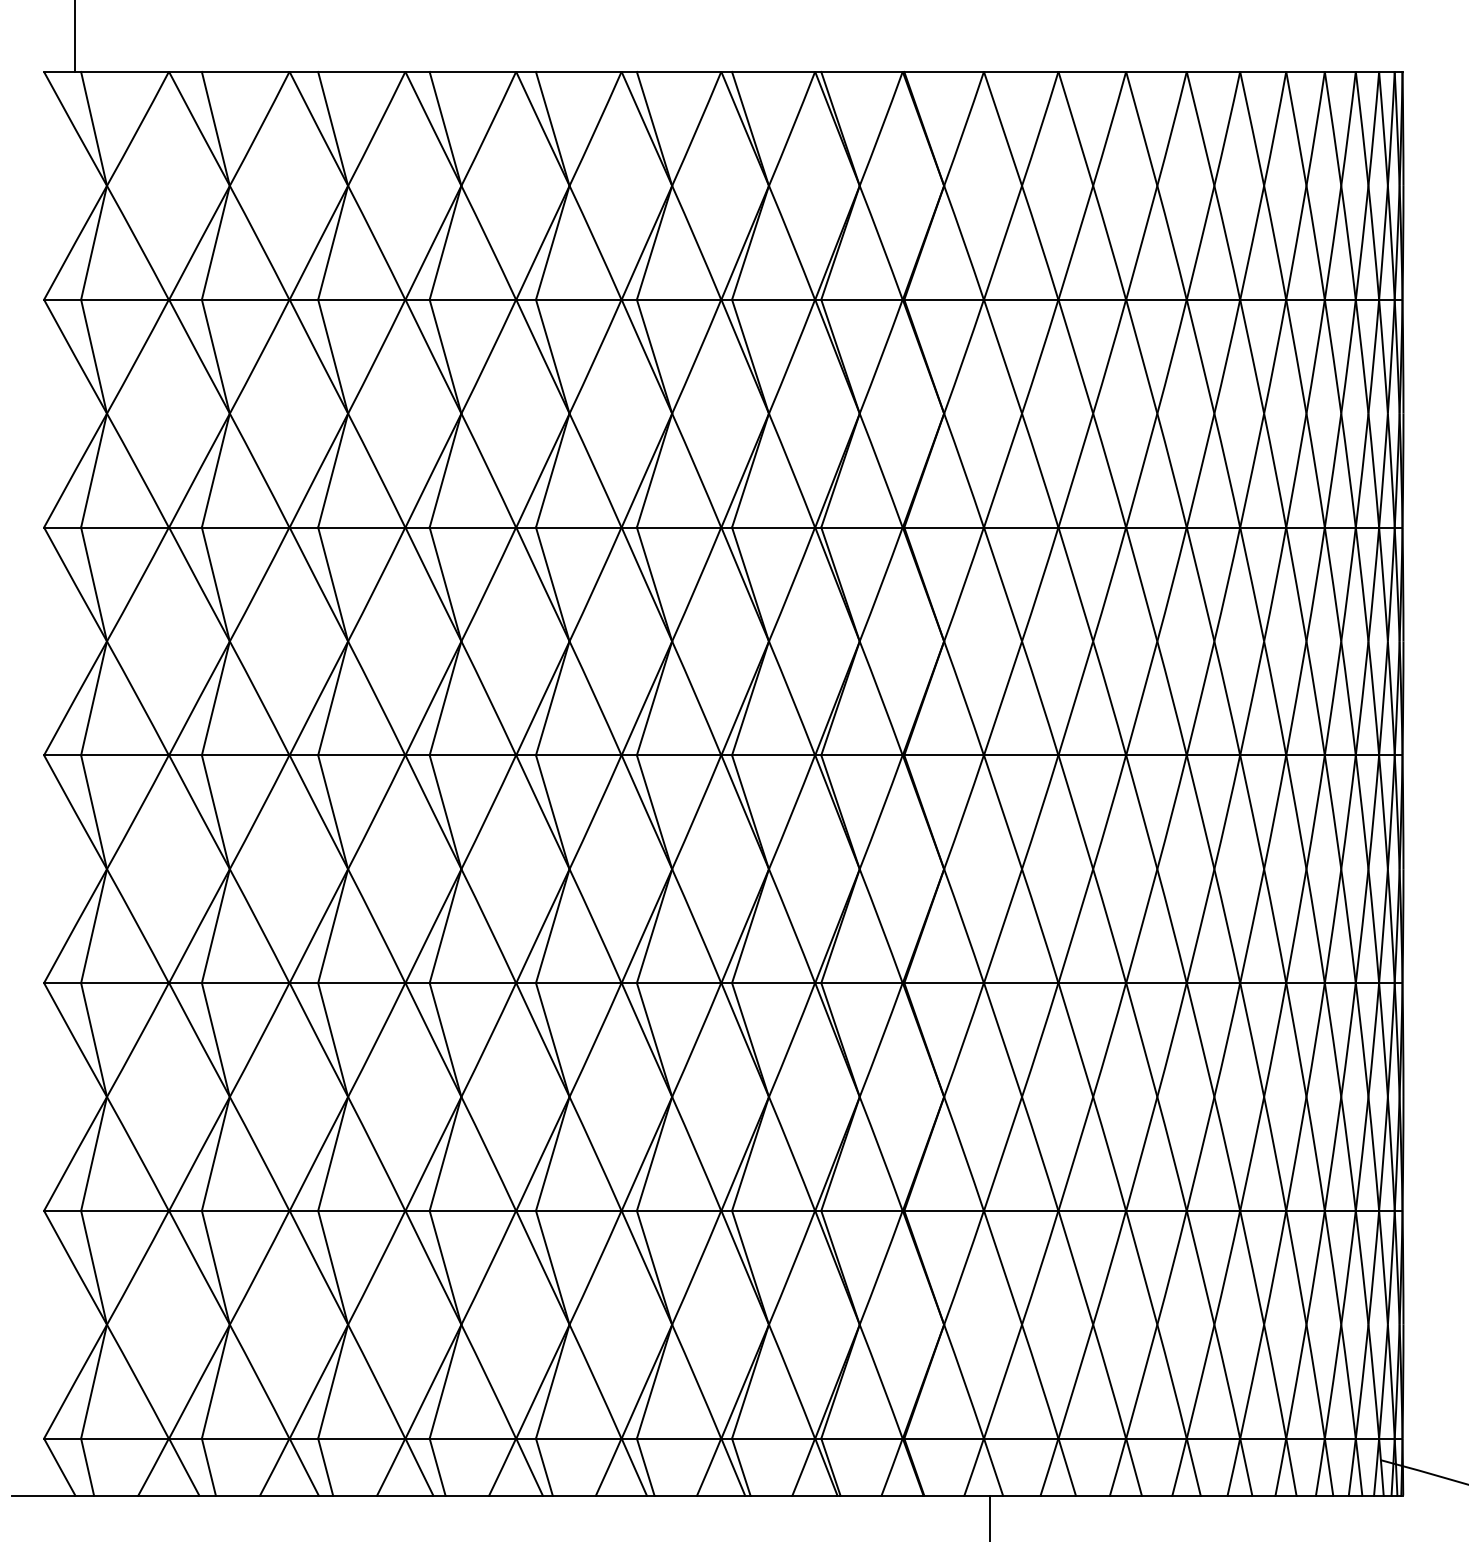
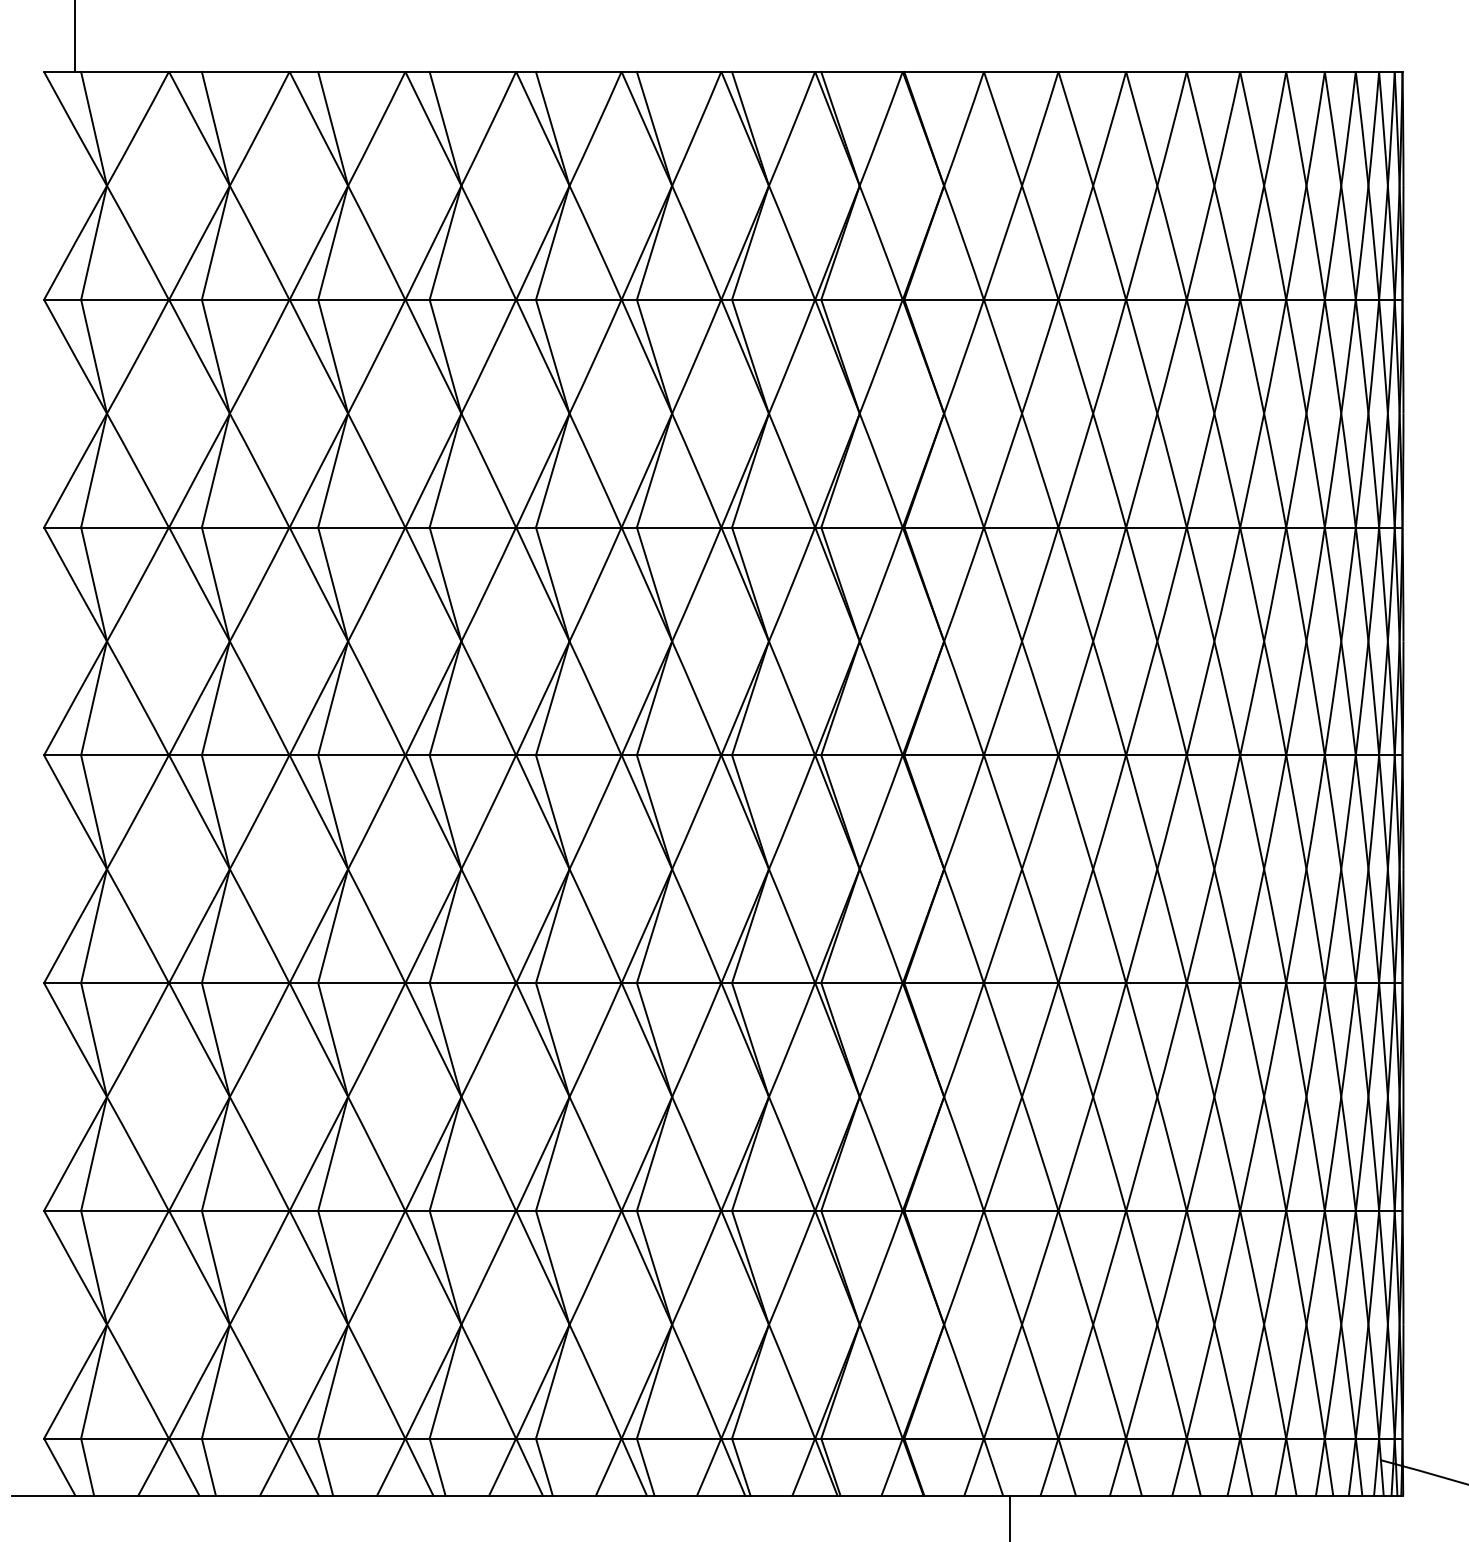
line at (989, 1516) position: (989, 1516) -> (1009, 1516)
